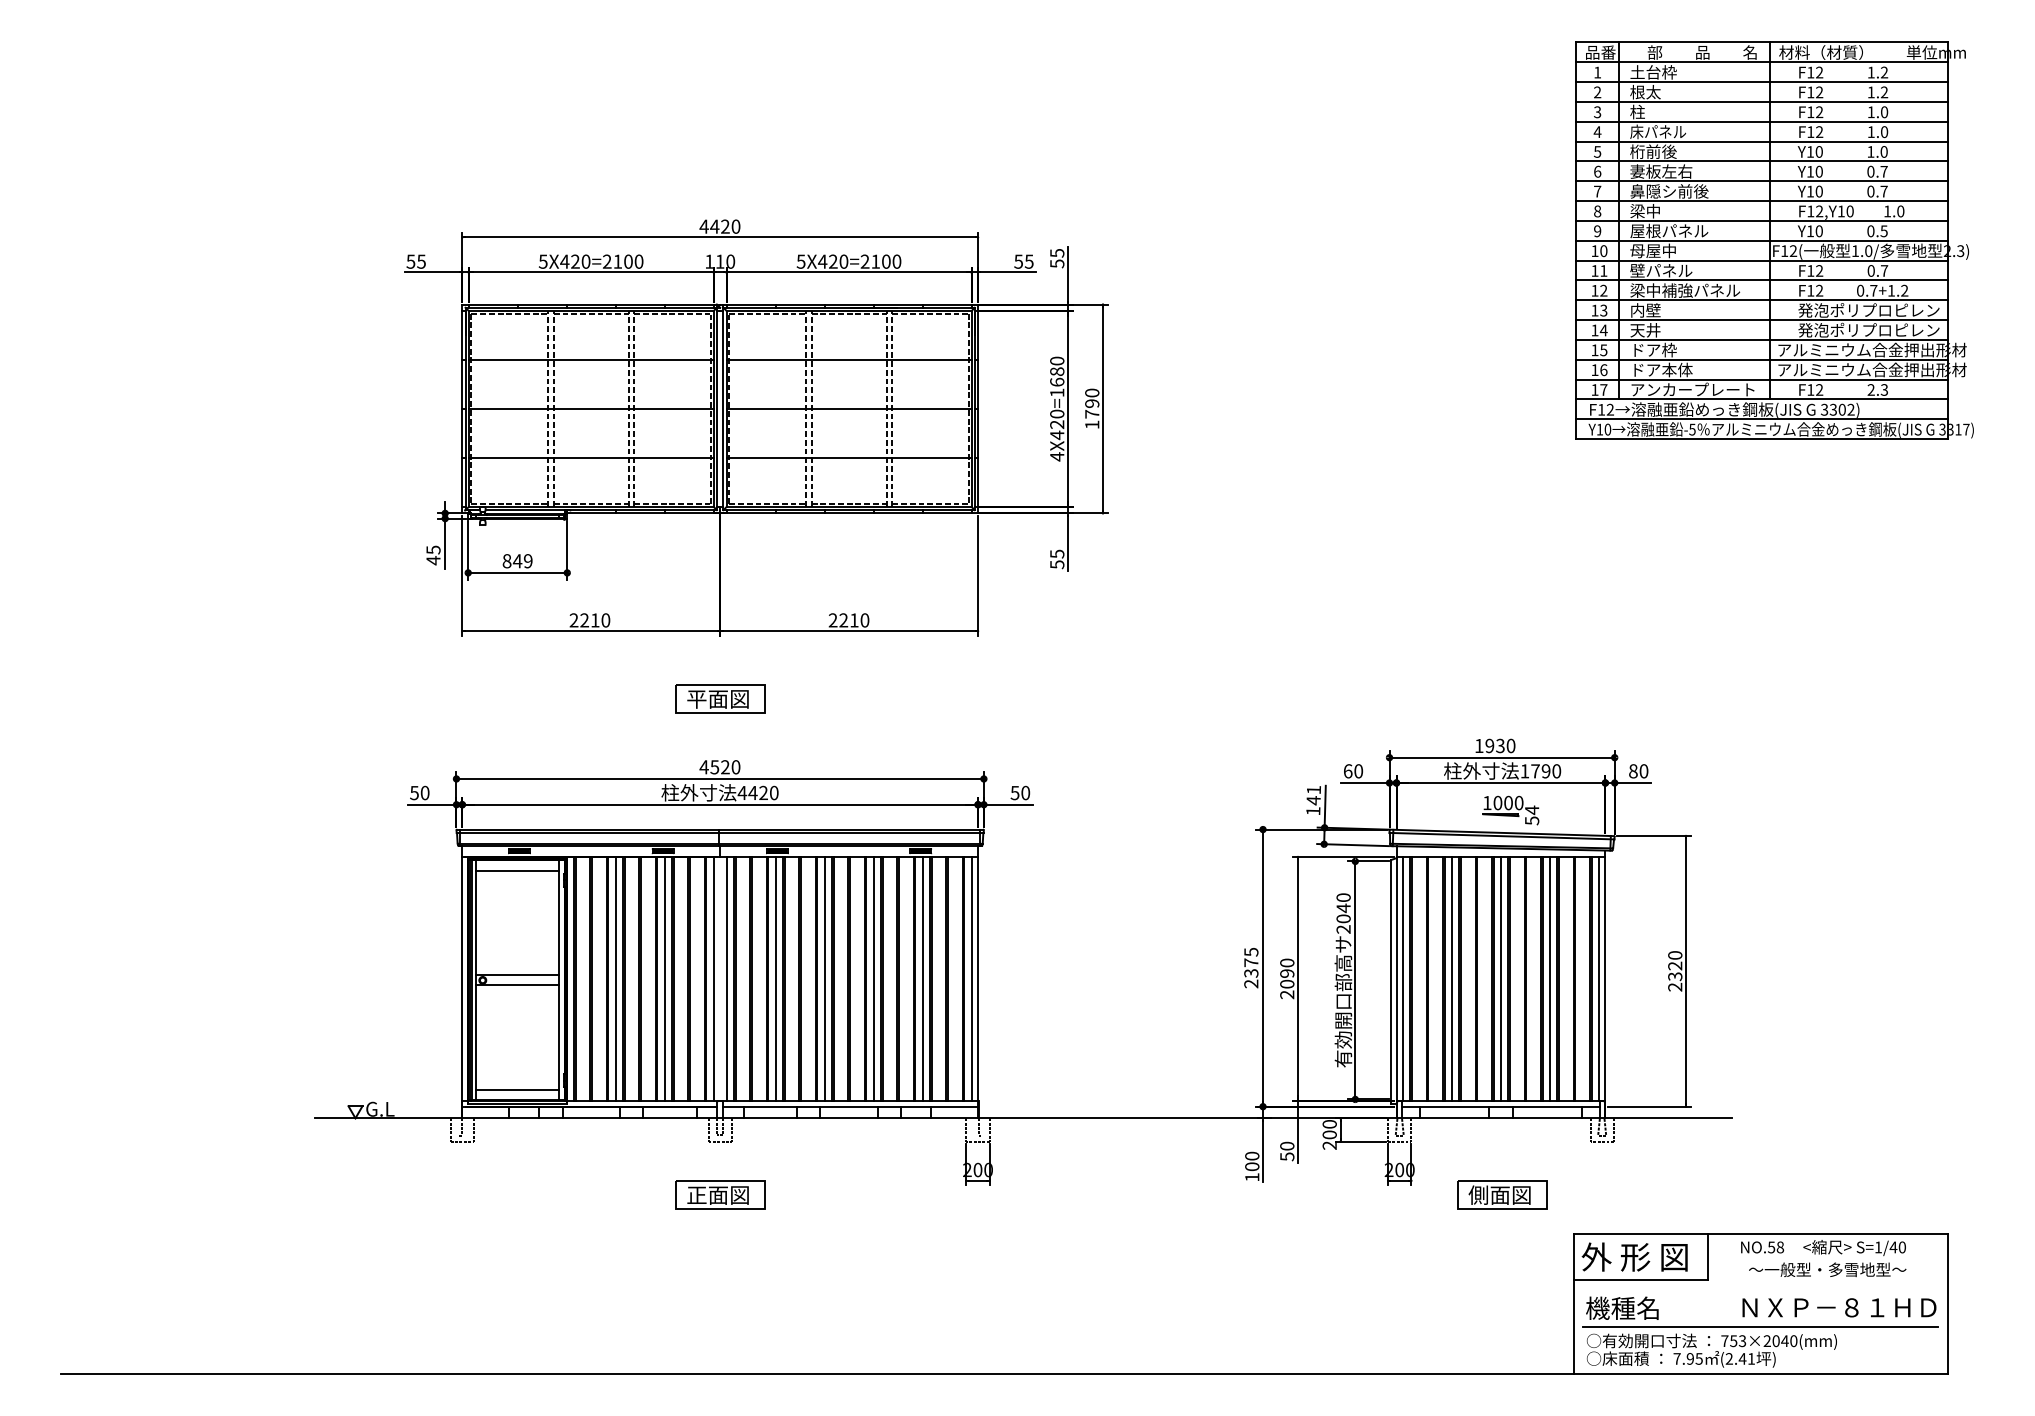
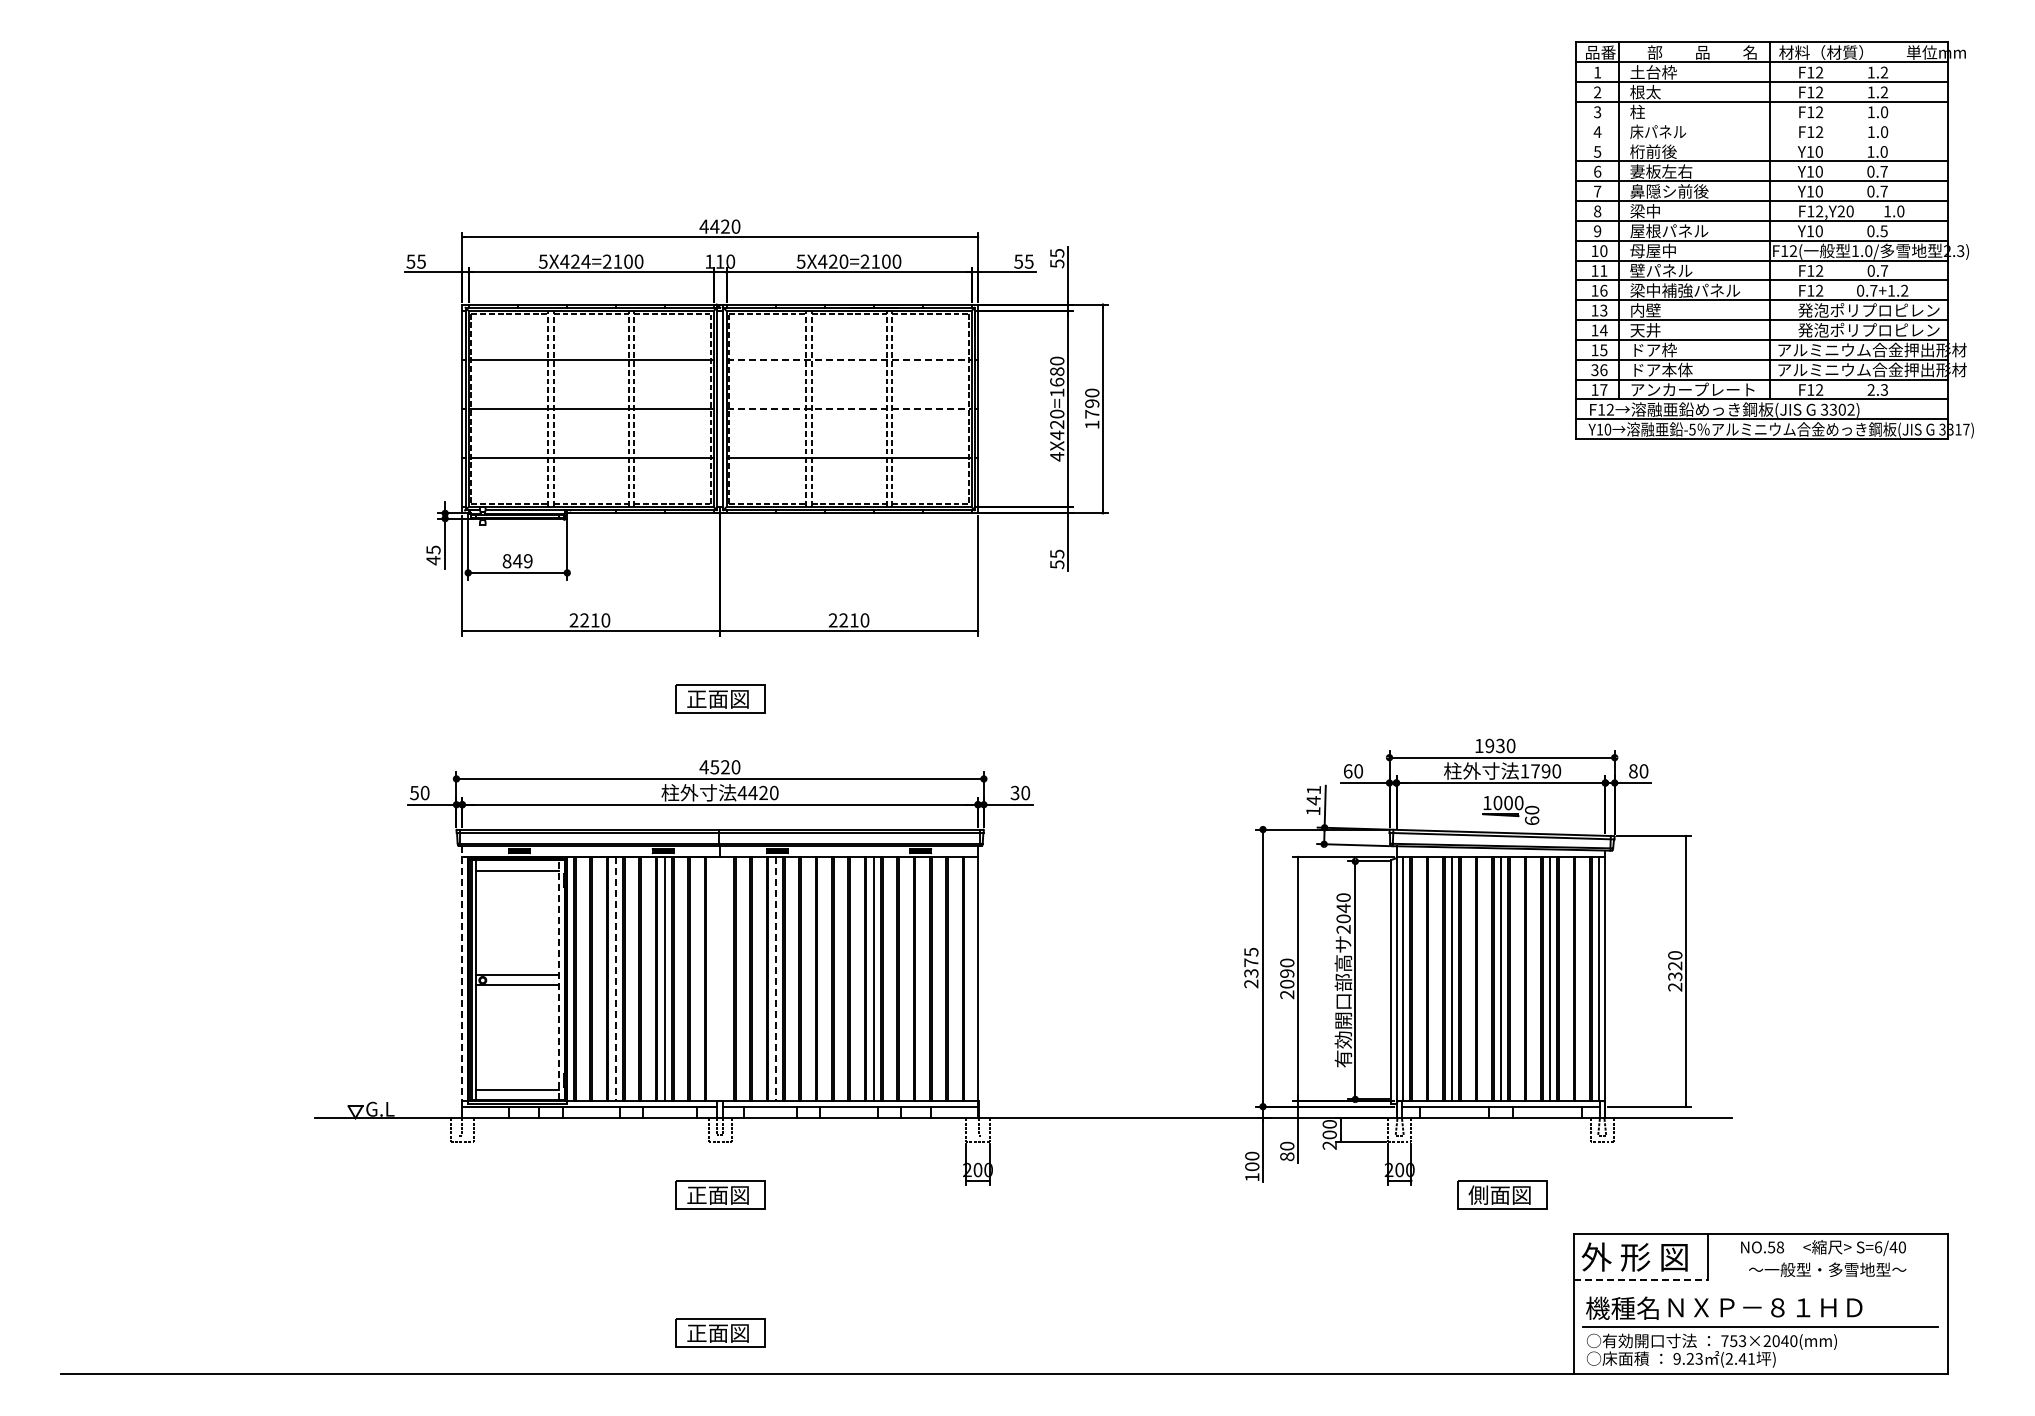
line at (1761, 121): present -> none
line at (1761, 141): present -> none
text at (1840, 211): F12,Y10 -> F12,Y20
text at (585, 261): 5X420=2100 -> 5X424=2100
text at (1603, 290): 12 -> 16
line at (849, 359): solid -> dashed
text at (1594, 370): 16 -> 36
line at (849, 408): solid -> dashed
text at (696, 699): 平面図 -> 正面図
text at (1015, 792): 50 -> 30
text at (1532, 815): 54 -> 60
line at (615, 978): solid -> dashed
line at (713, 978): present -> none
line at (726, 978): present -> none
line at (775, 978): solid -> dashed
line at (824, 978): present -> none
line at (922, 978): present -> none
line at (971, 978): present -> none
line at (559, 980): solid -> dashed
line at (462, 982): solid -> dashed
text at (1287, 1156): 50 -> 80
text at (1878, 1247): S=1/40 -> S=6/40
line at (1640, 1280): solid -> dashed
text at (1839, 1307) position: (1839, 1307) -> (1765, 1307)
part at (720, 1332): none -> present
text at (1687, 1358): 7.95 -> 9.23
